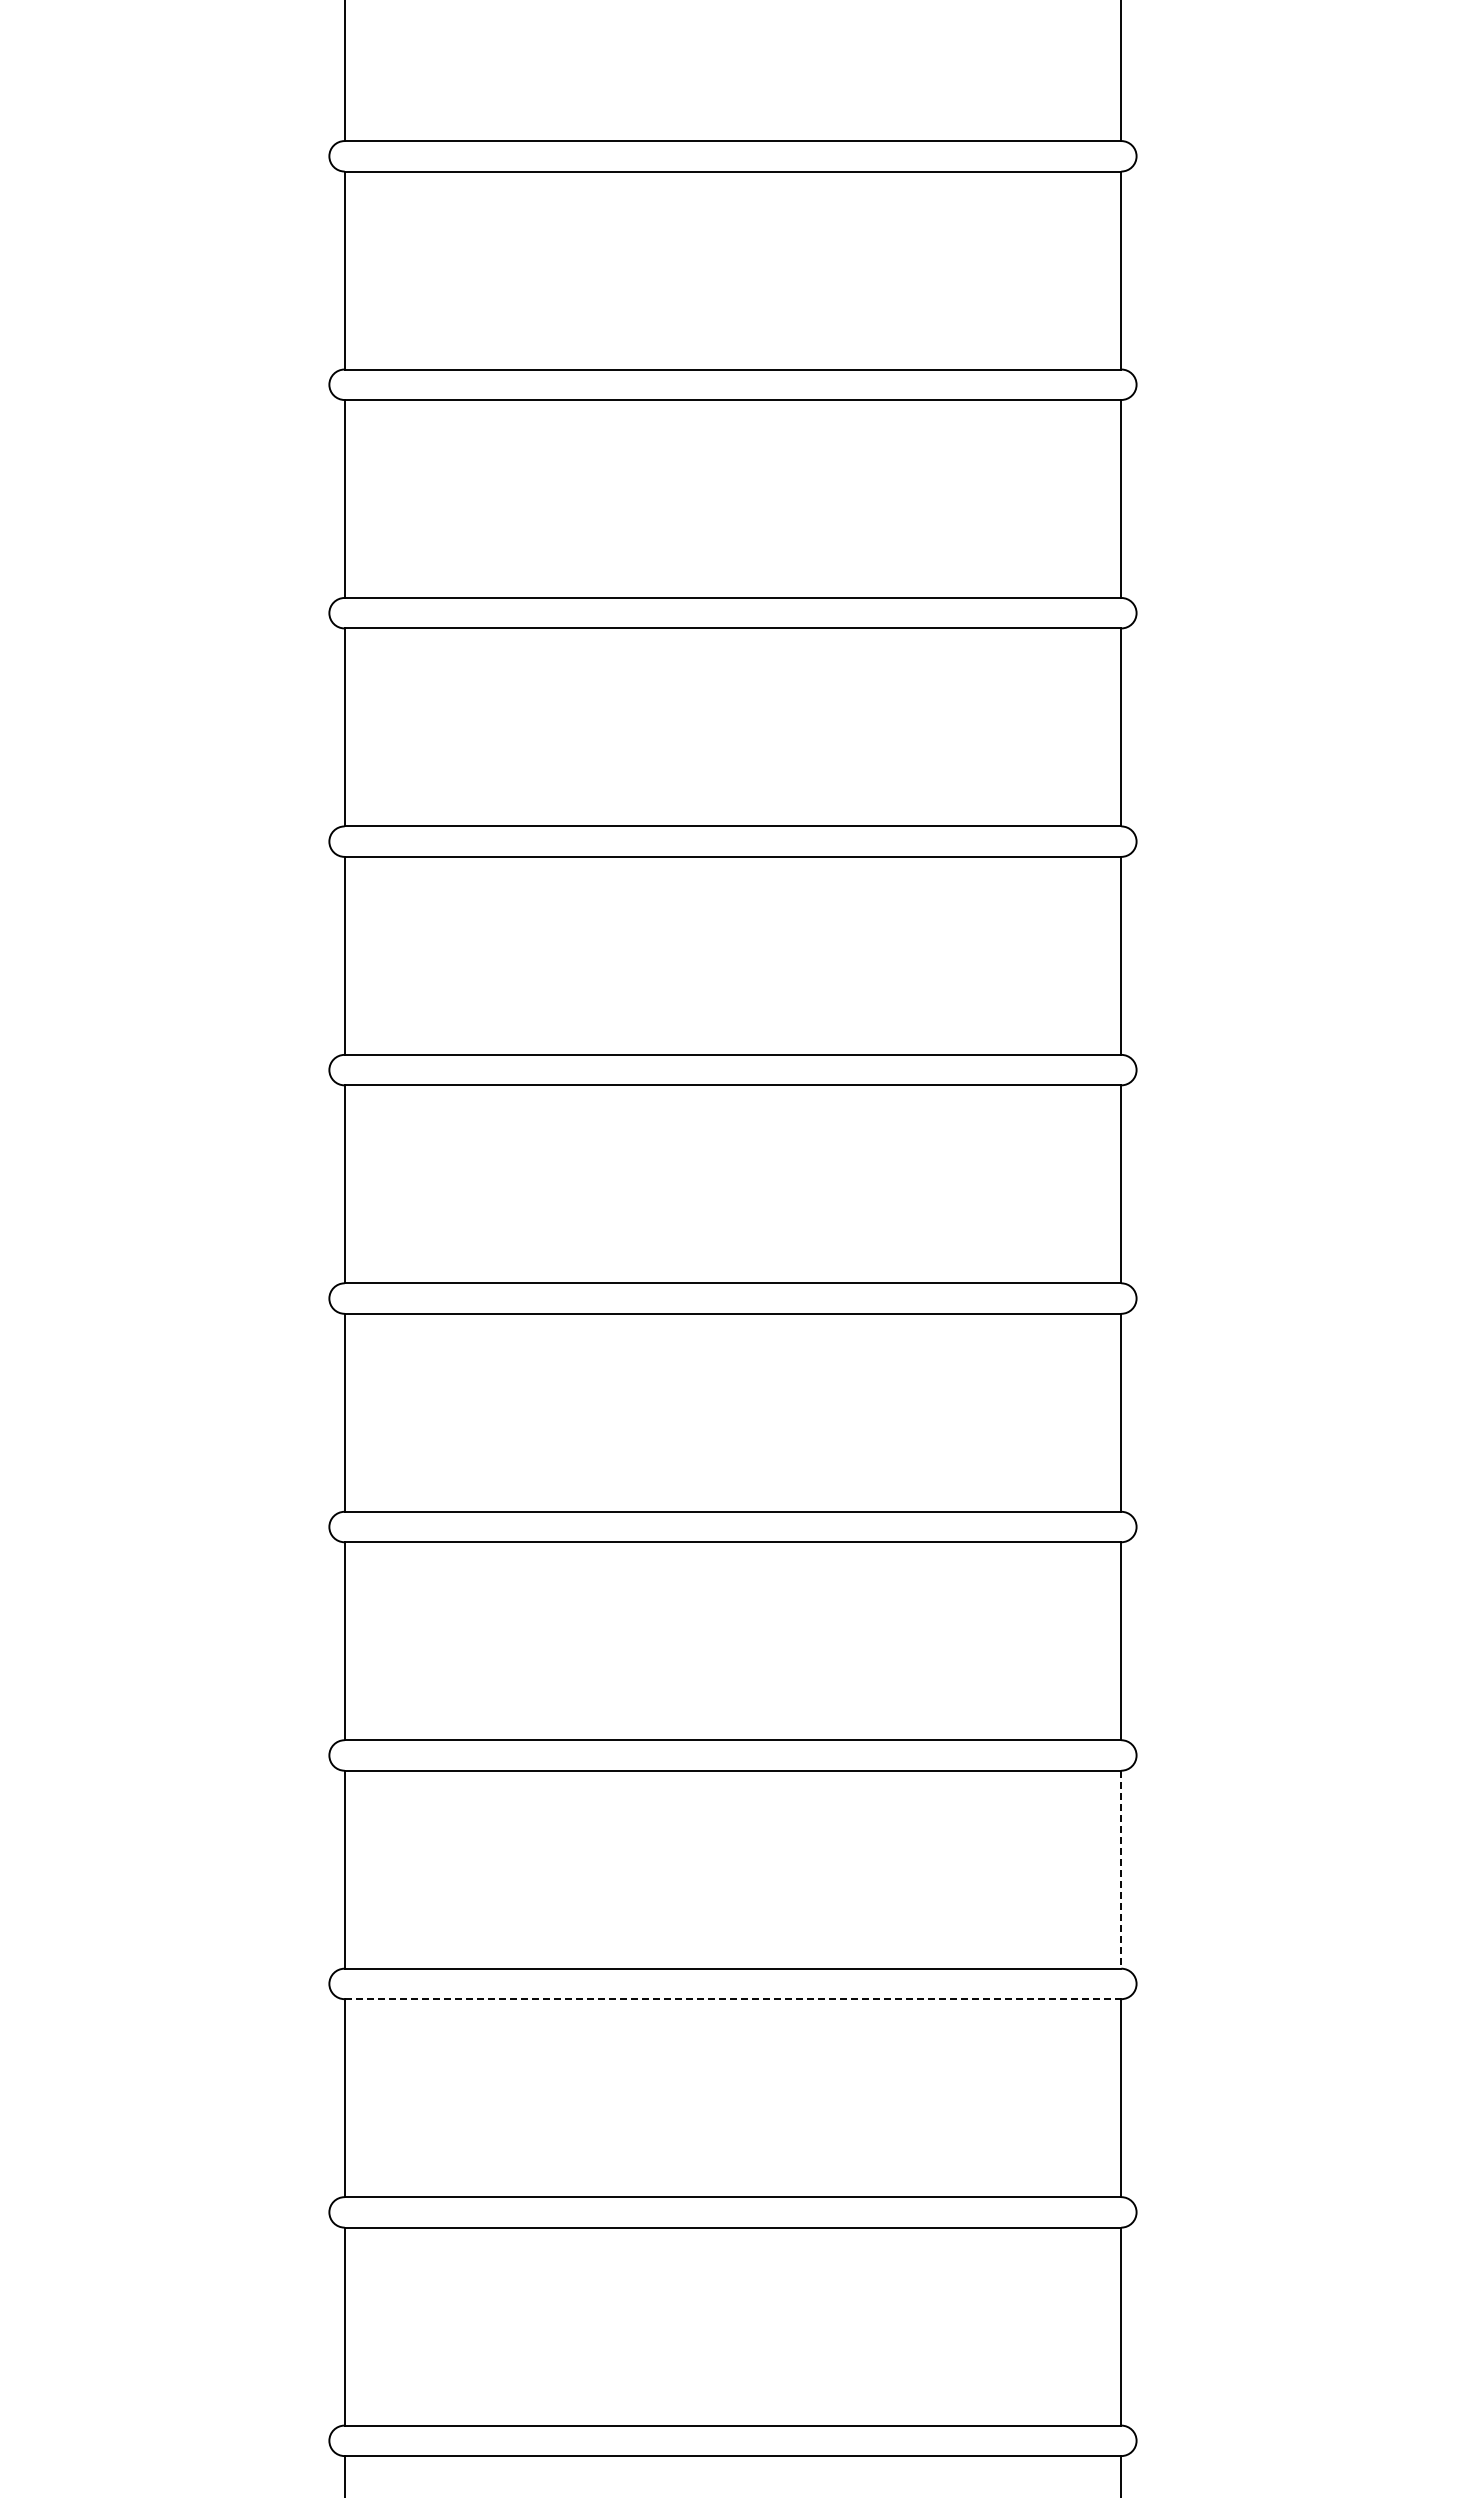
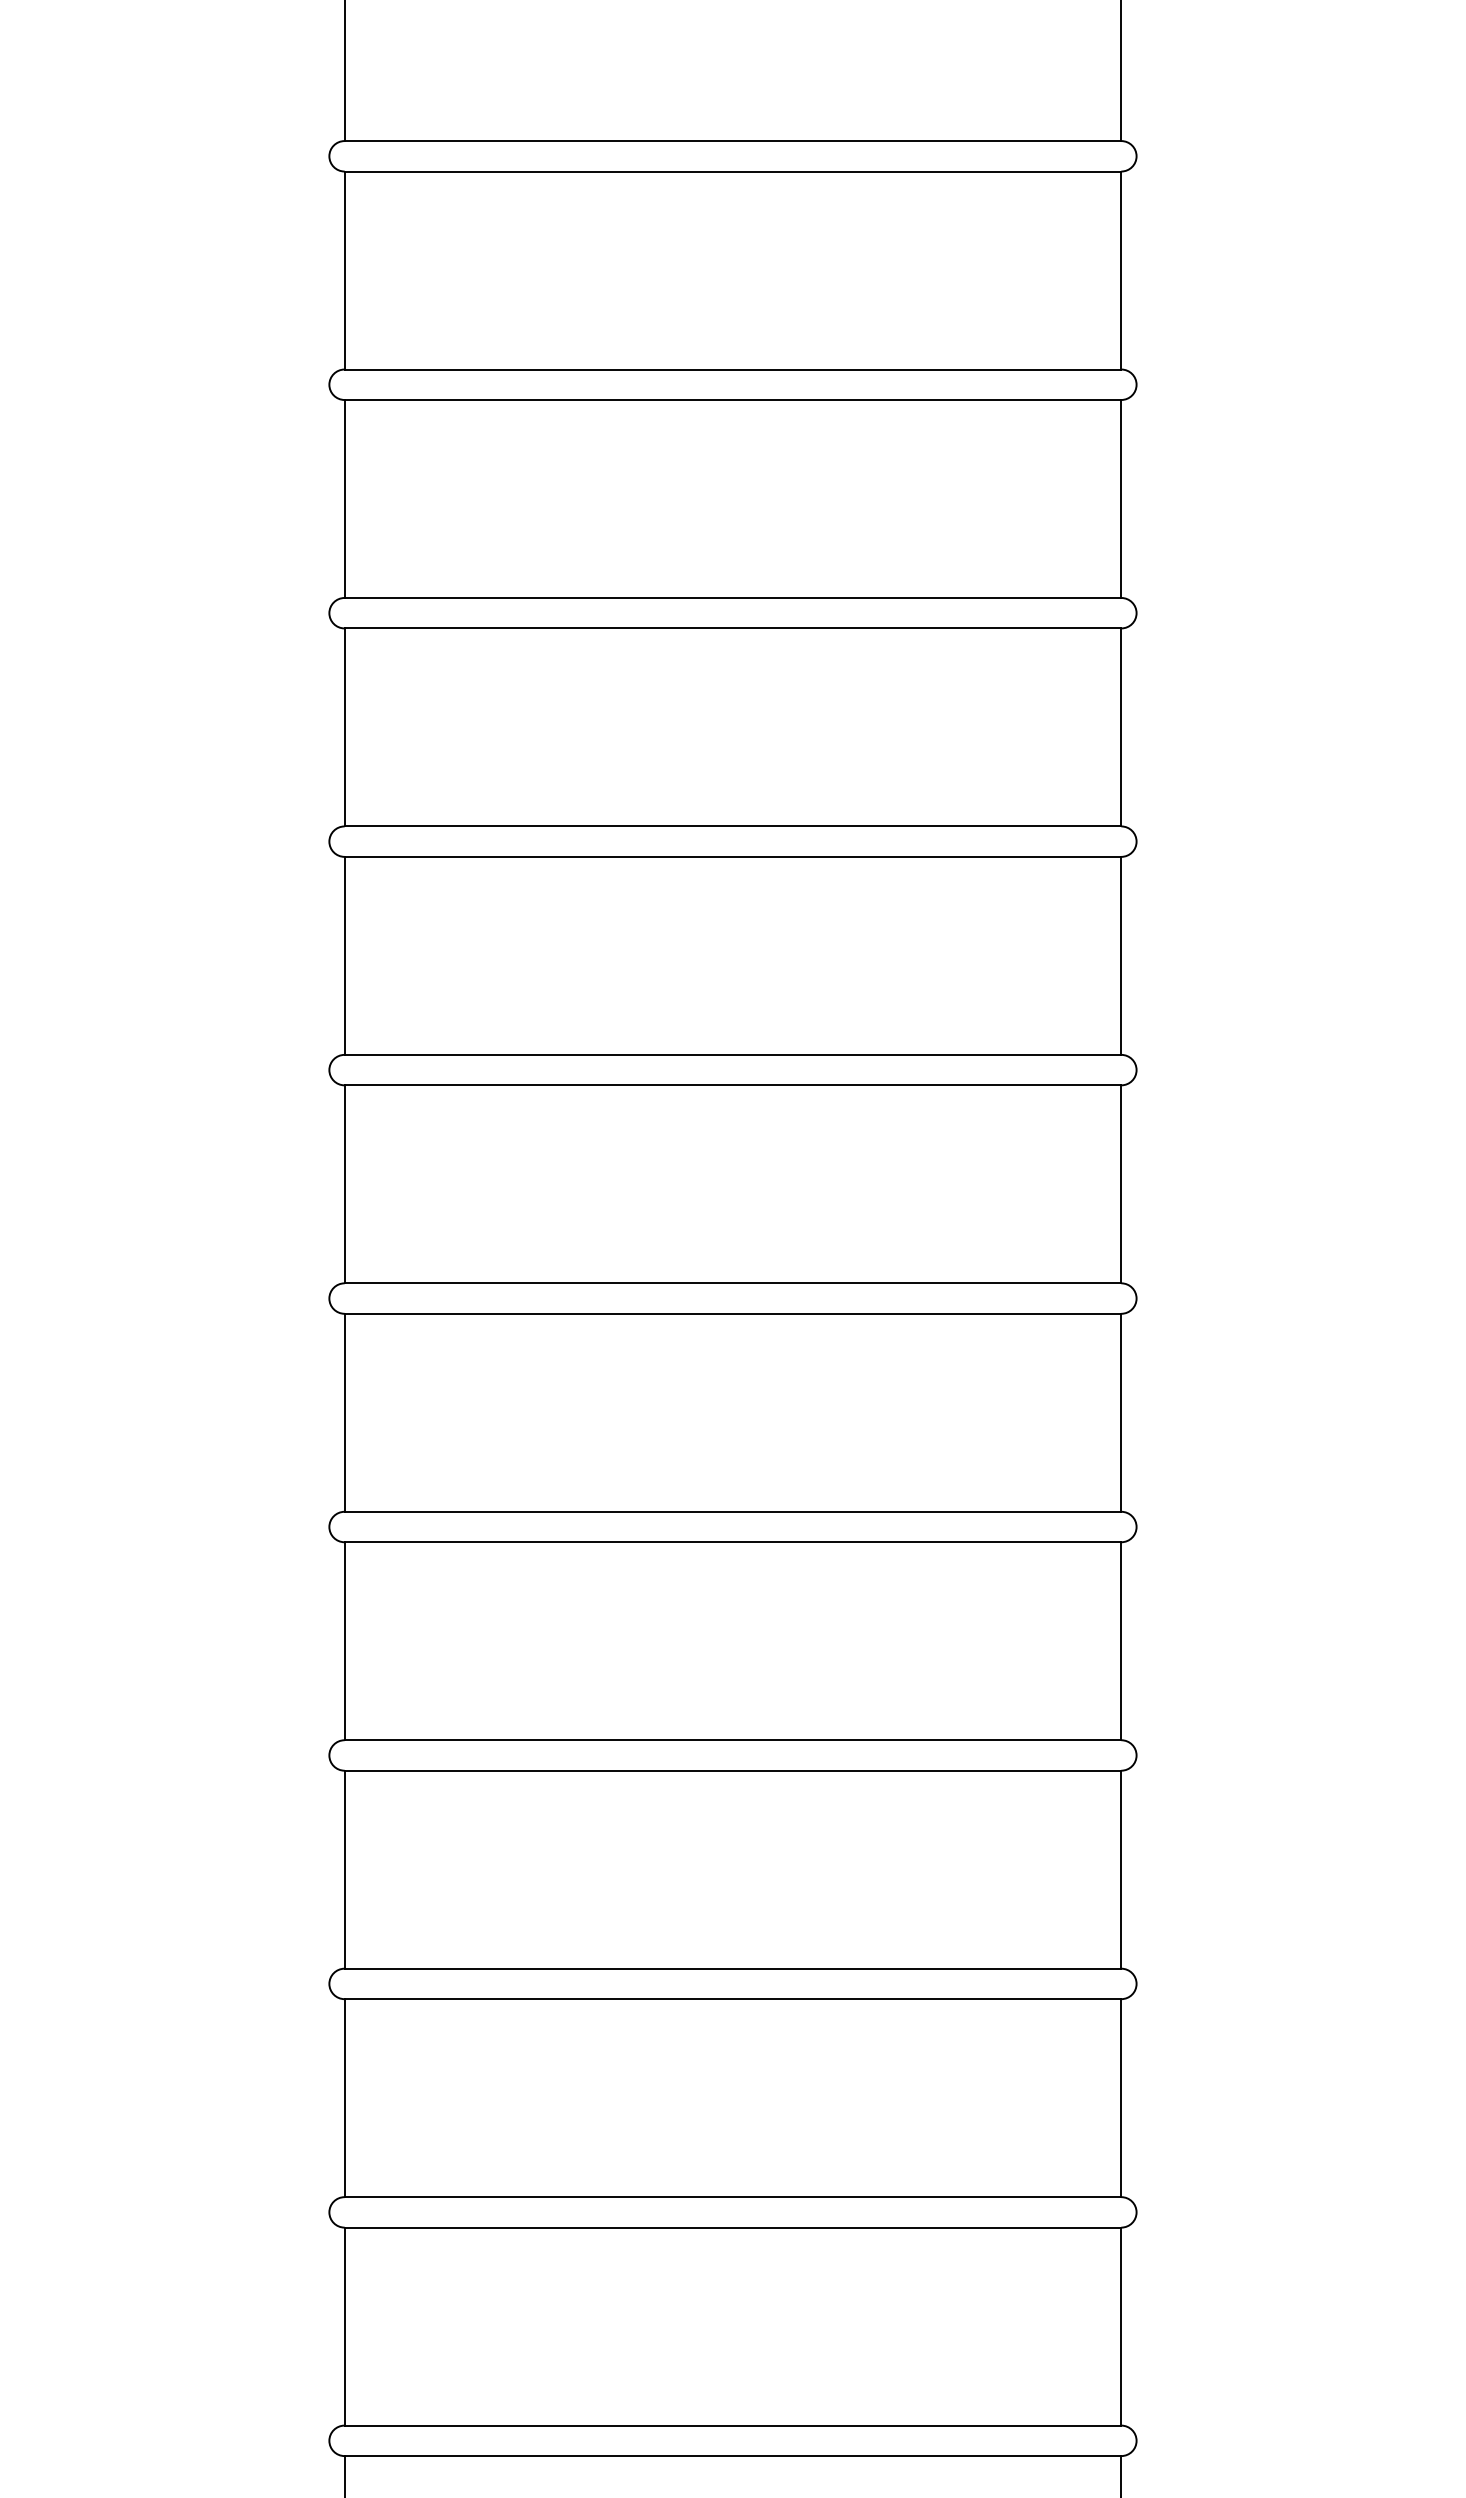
line at (1121, 1869): dashed -> solid
line at (733, 1999): dashed -> solid
